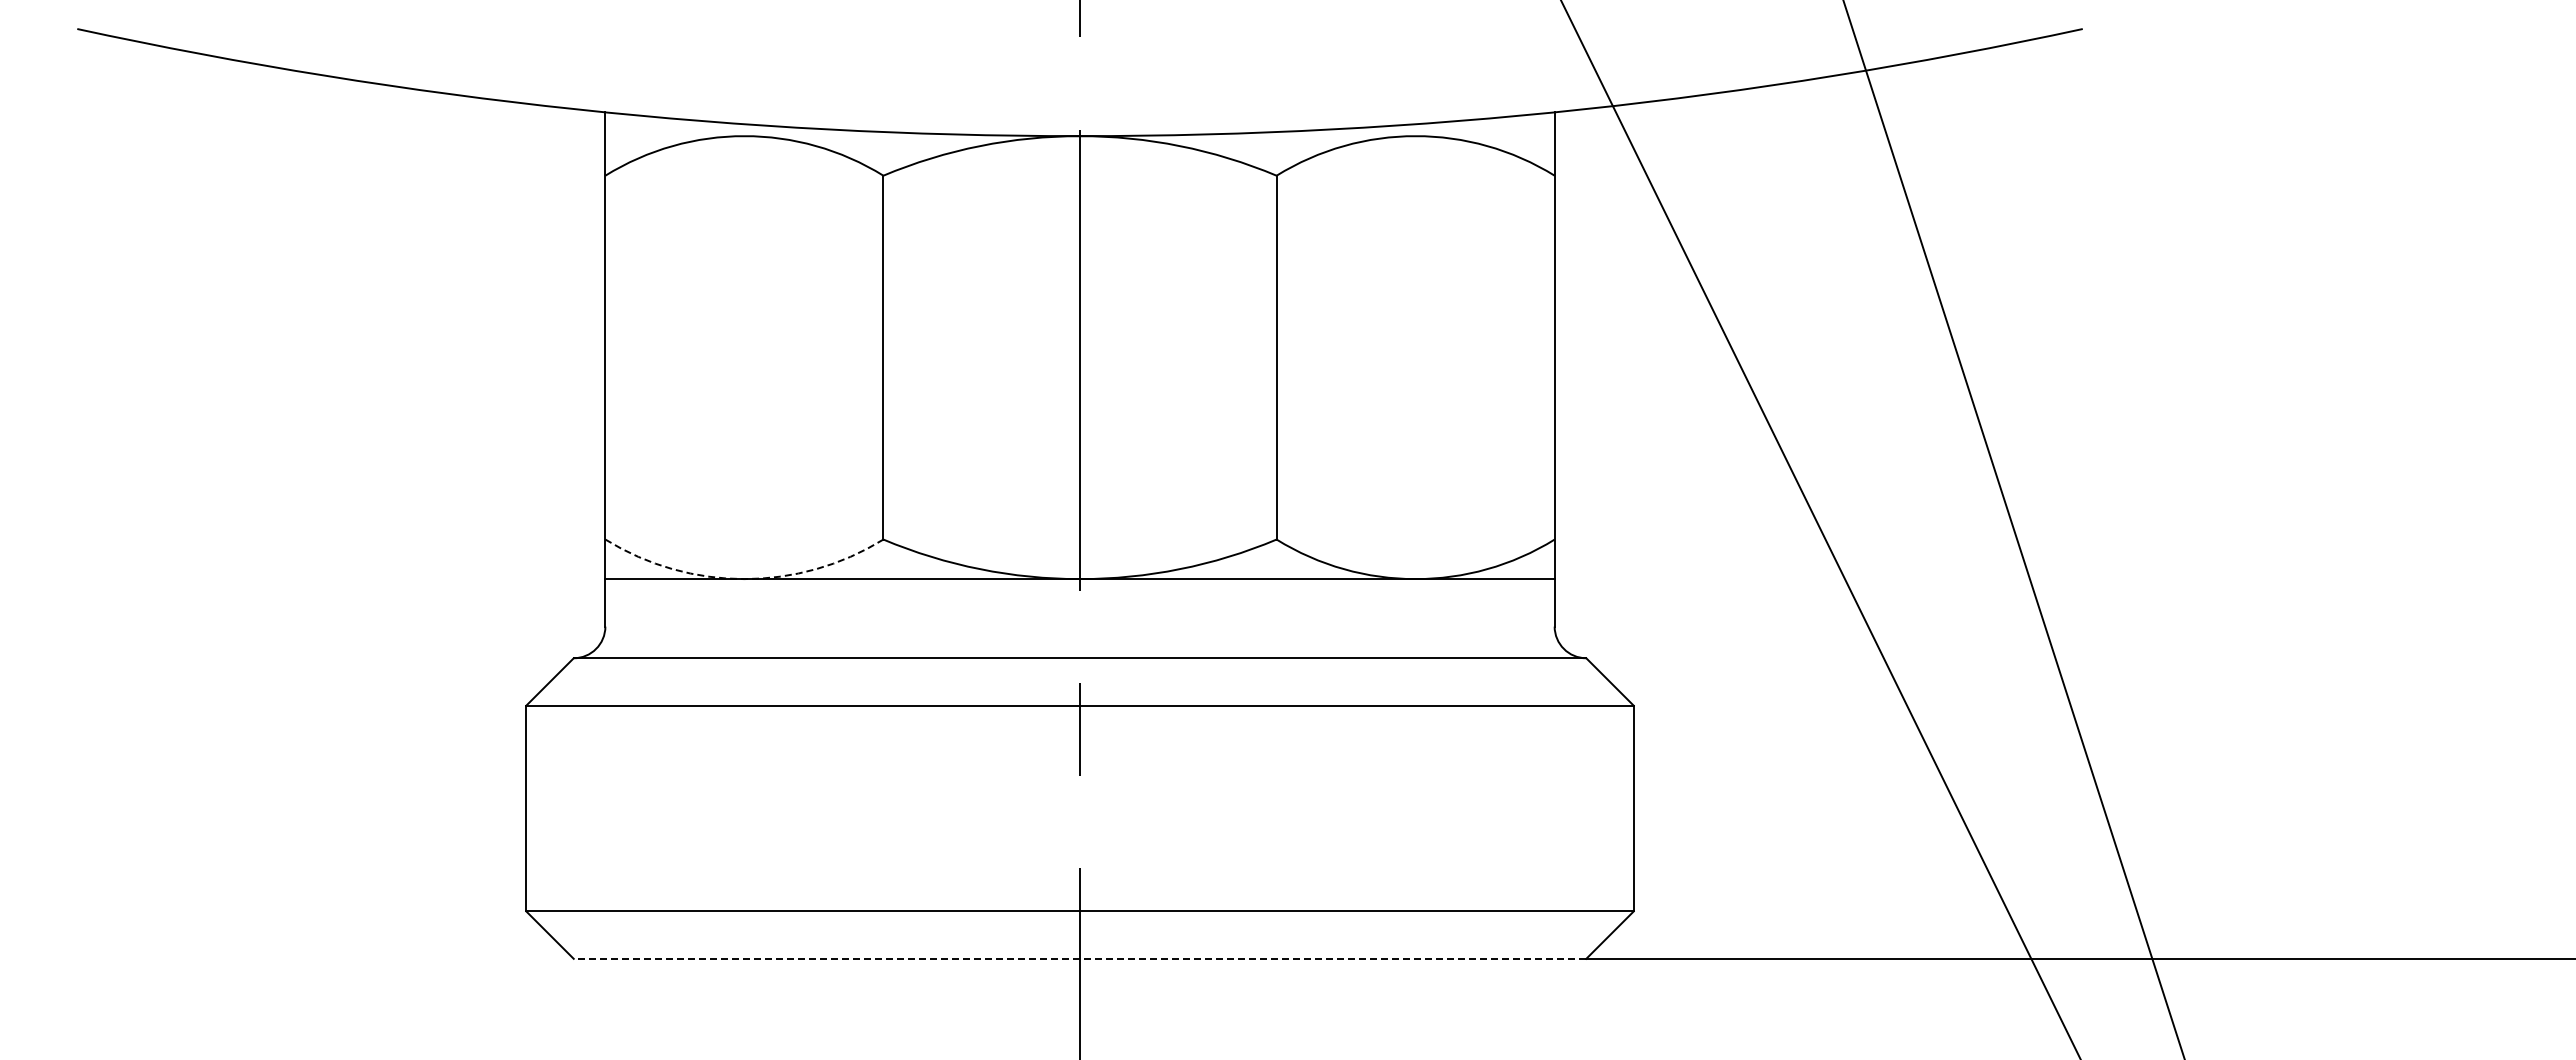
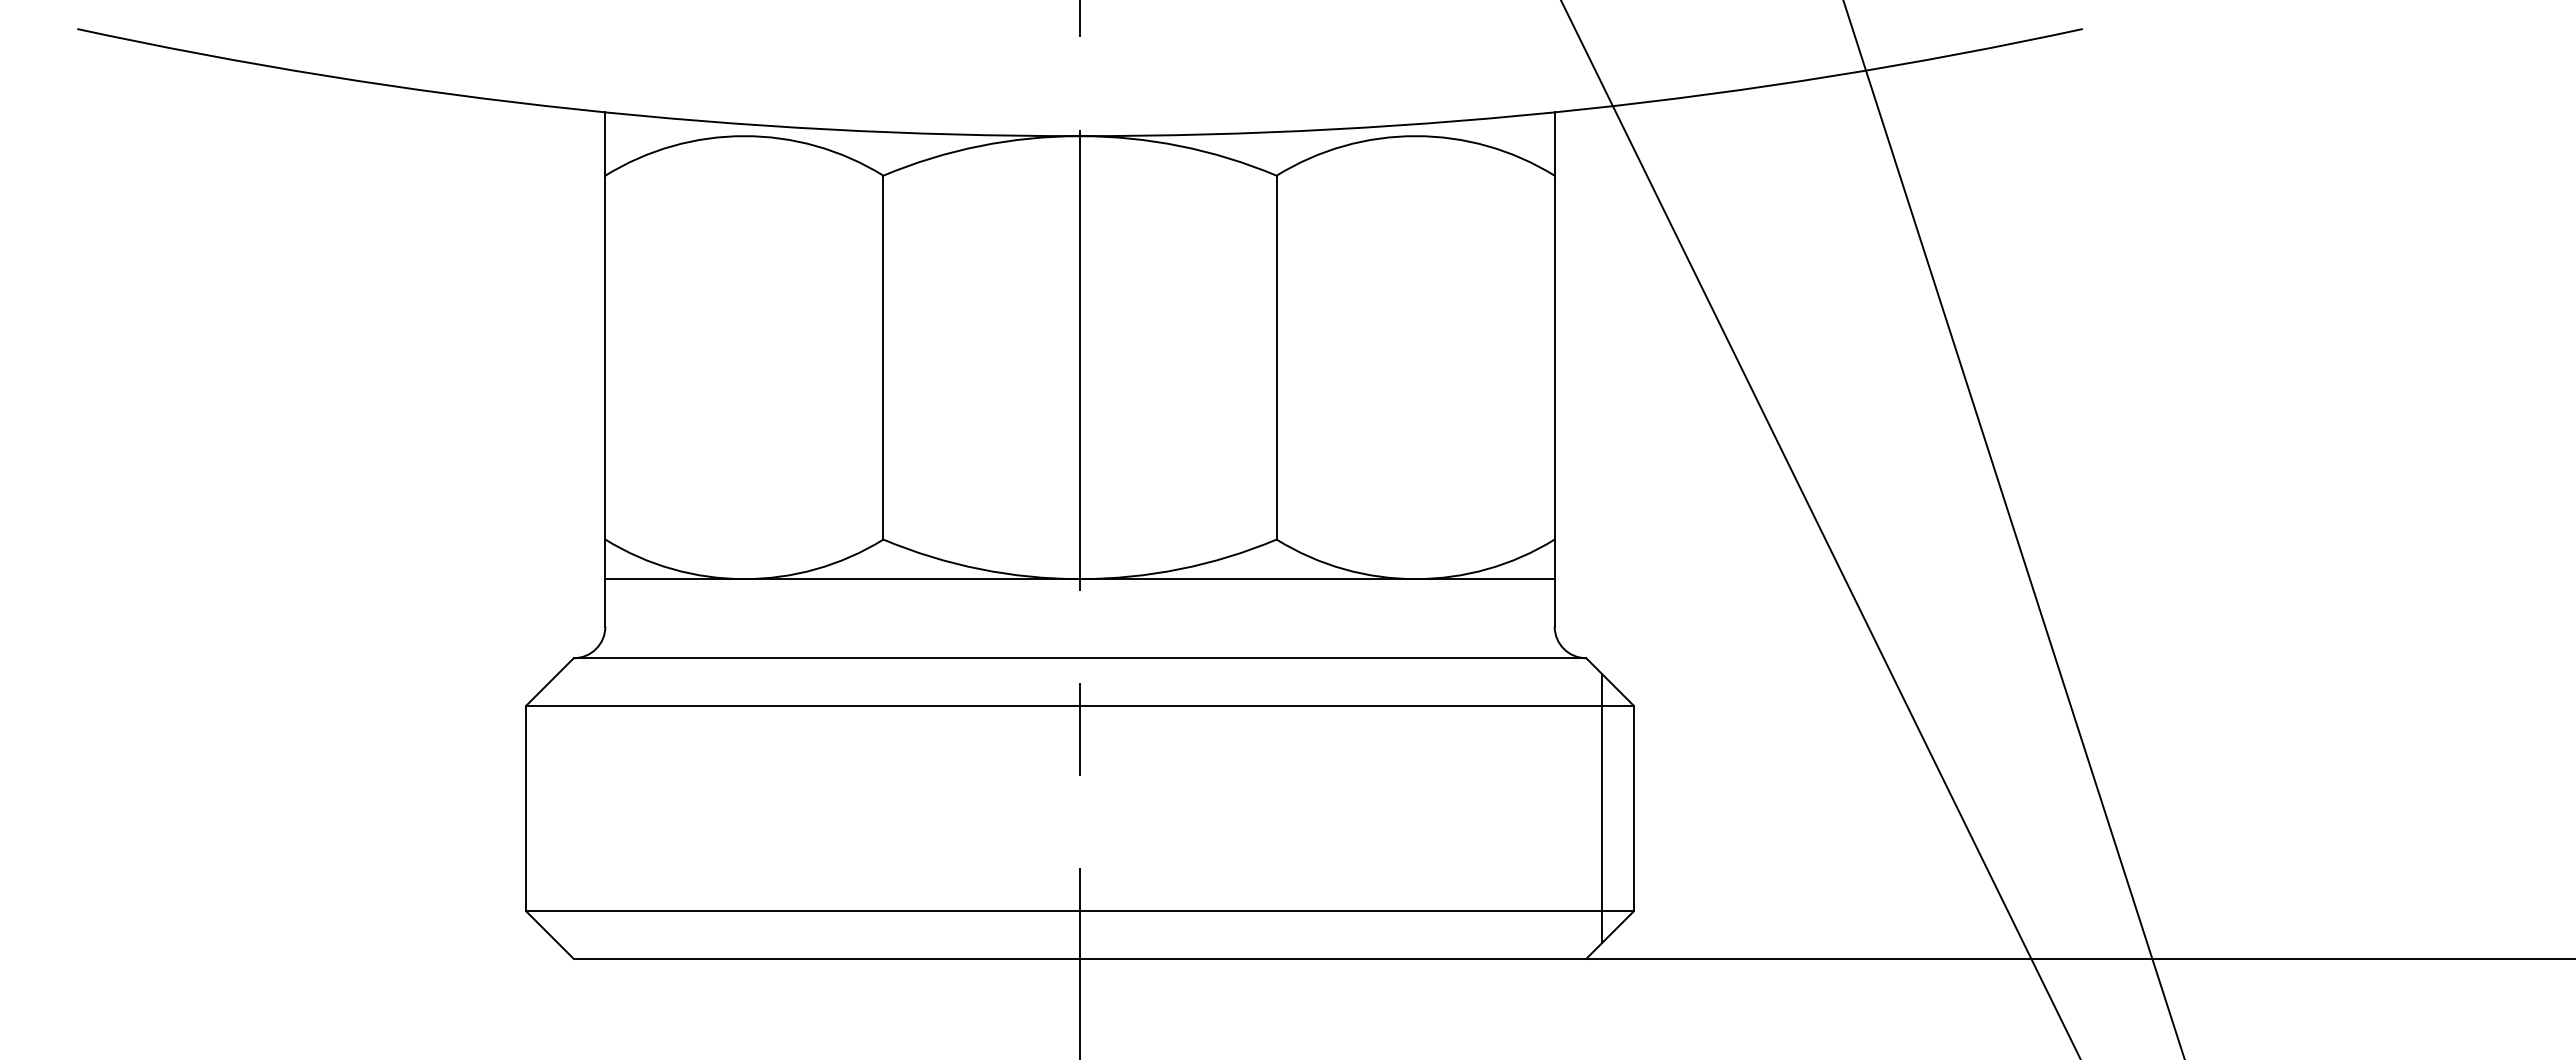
arc at (744, 579): dashed -> solid
line at (1602, 808): none -> present
line at (1079, 958): dashed -> solid
